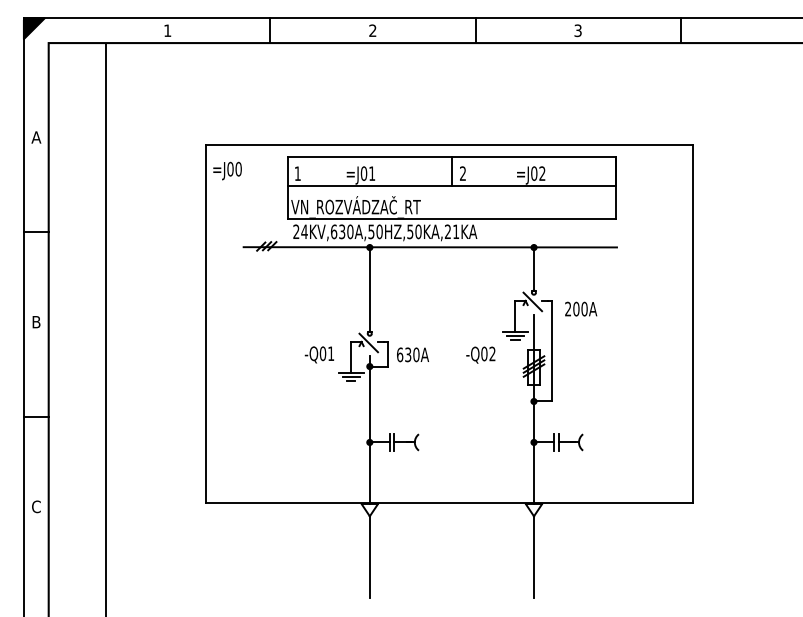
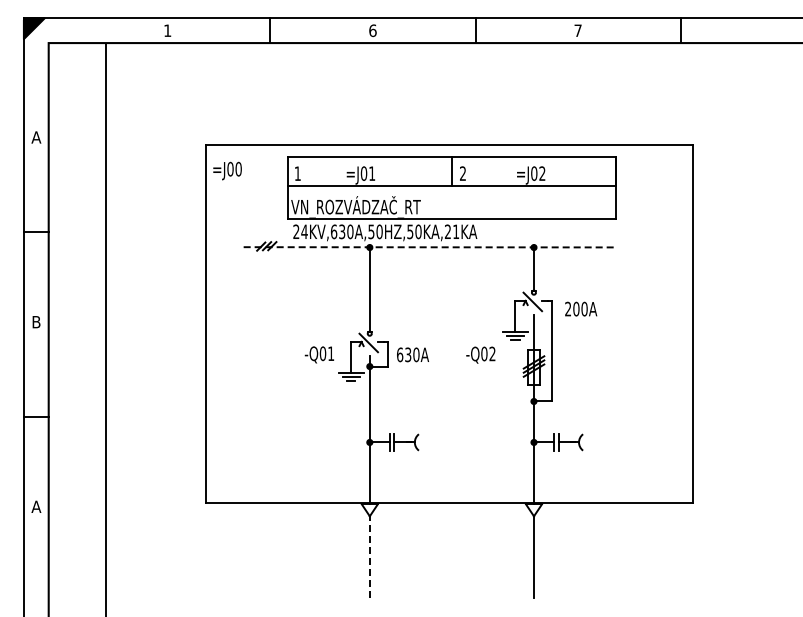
text at (372, 30): 2 -> 6
text at (577, 30): 3 -> 7
line at (430, 247): solid -> dashed
text at (36, 506): C -> A
line at (369, 556): solid -> dashed
